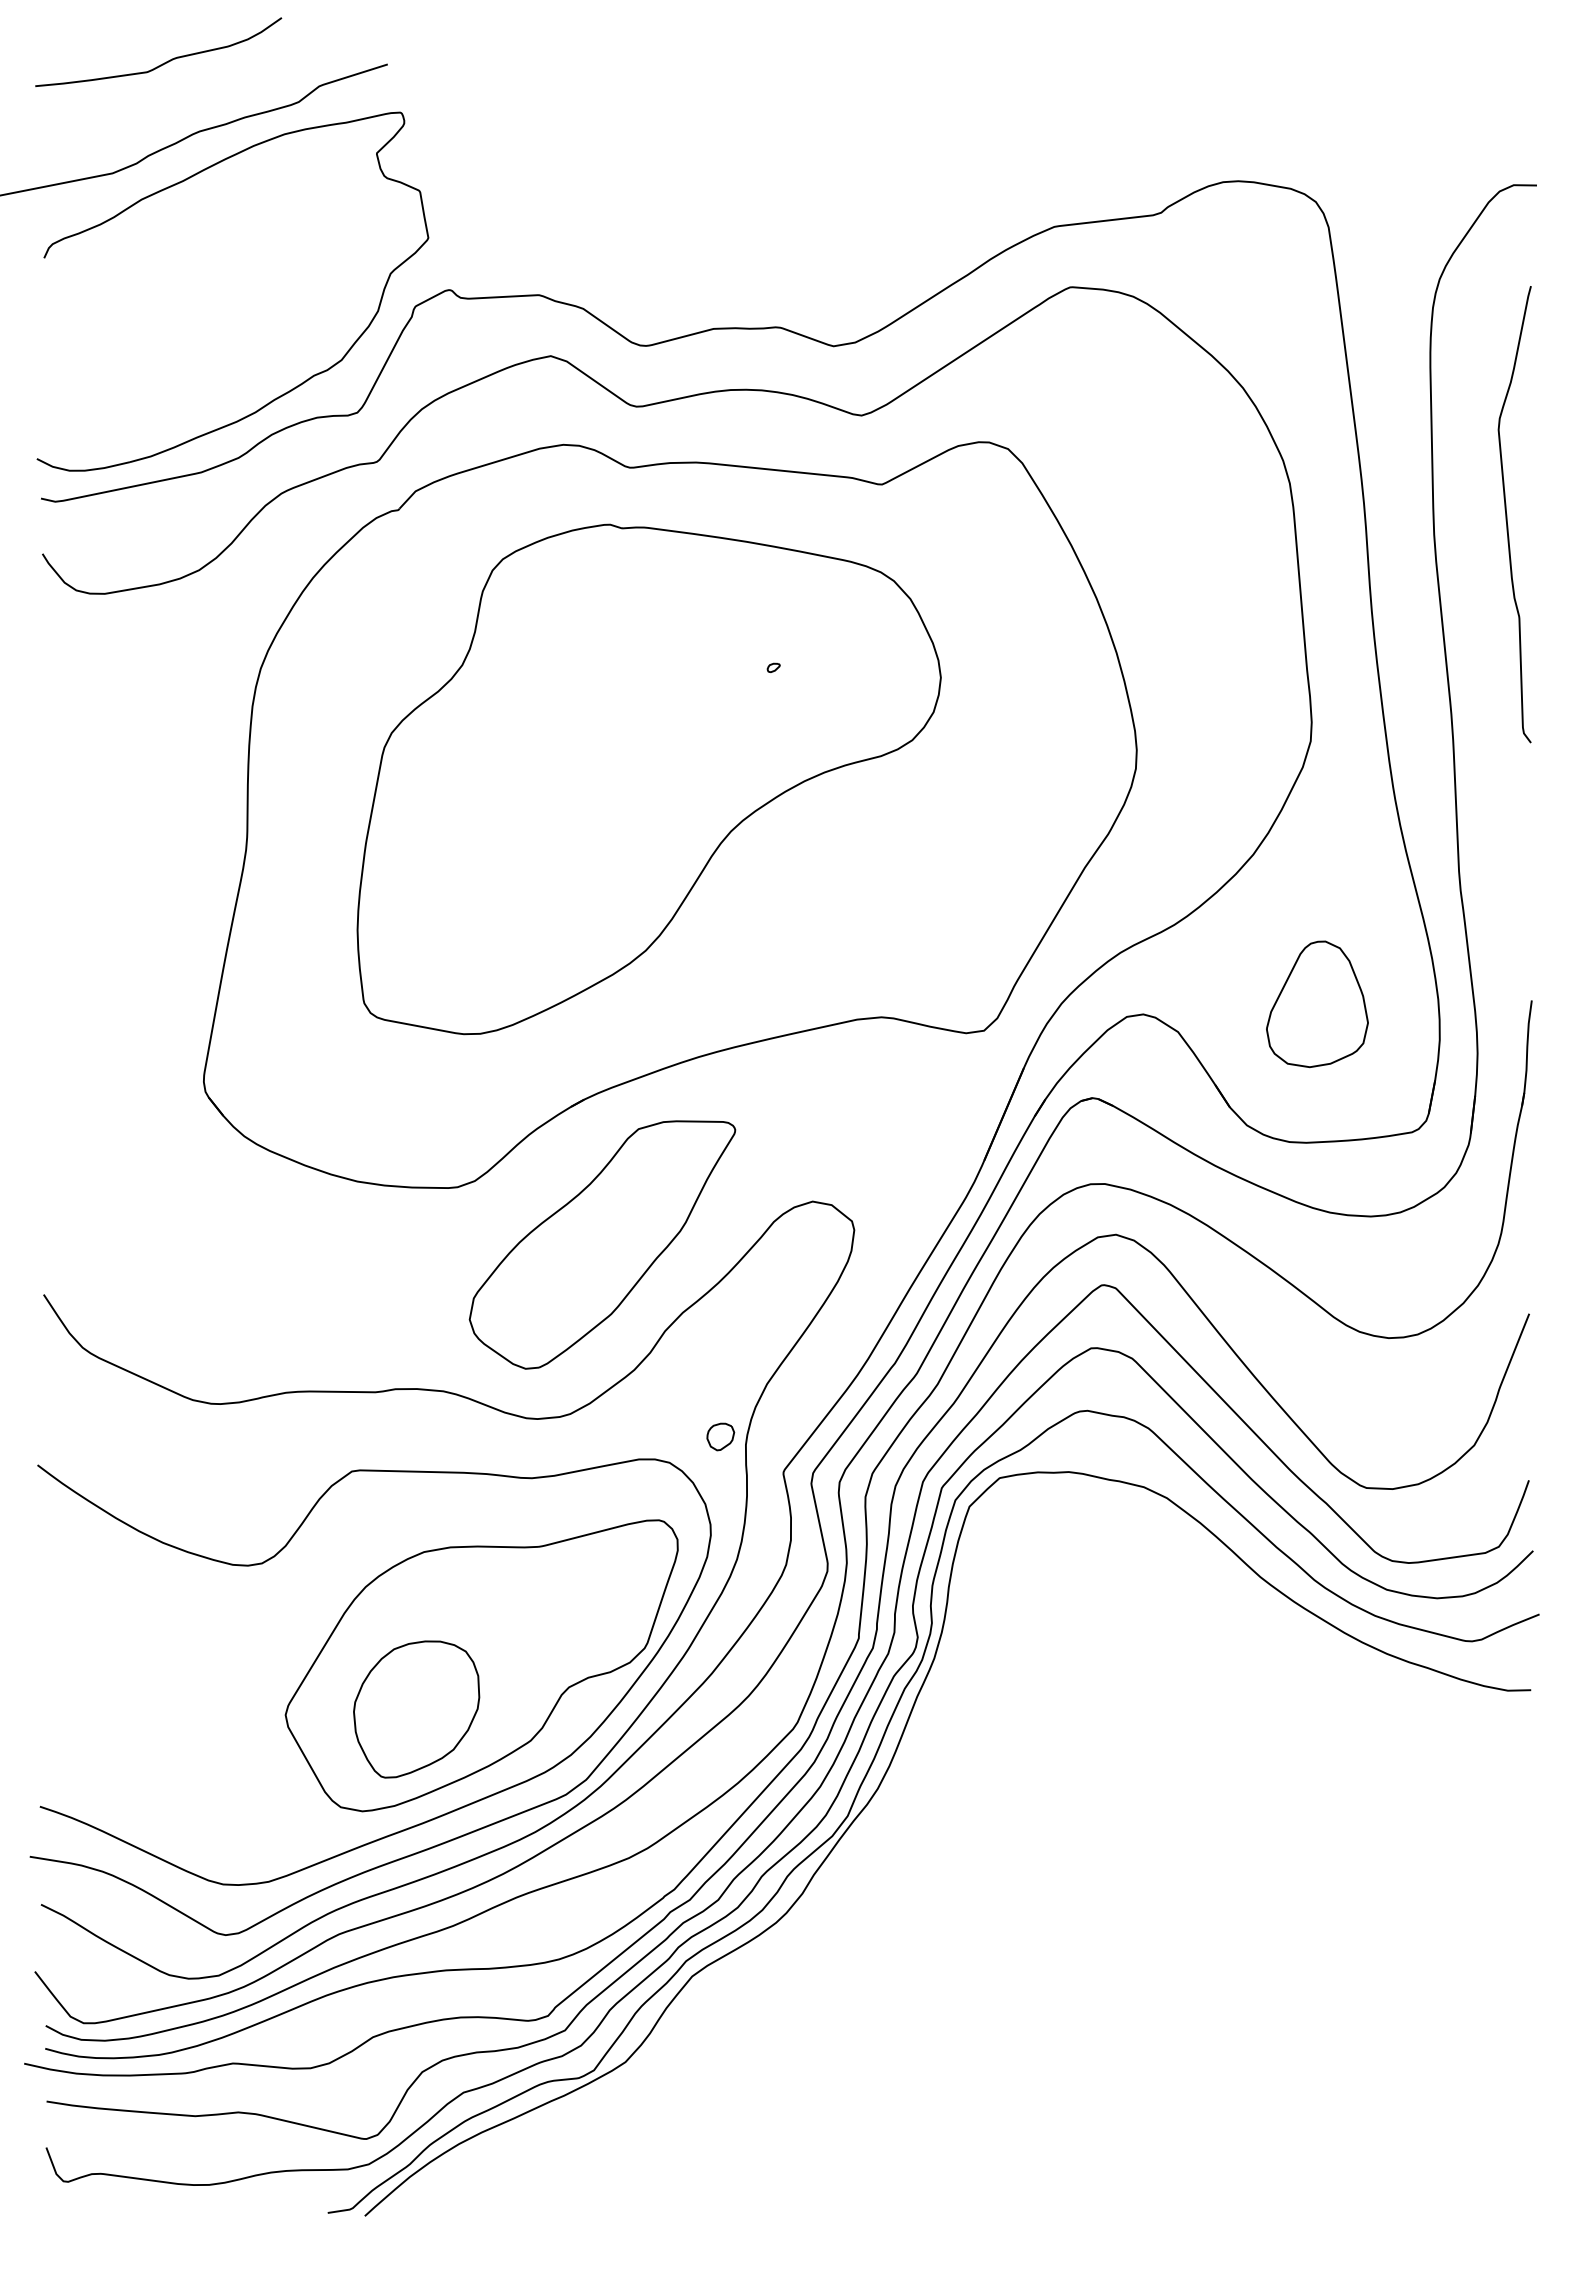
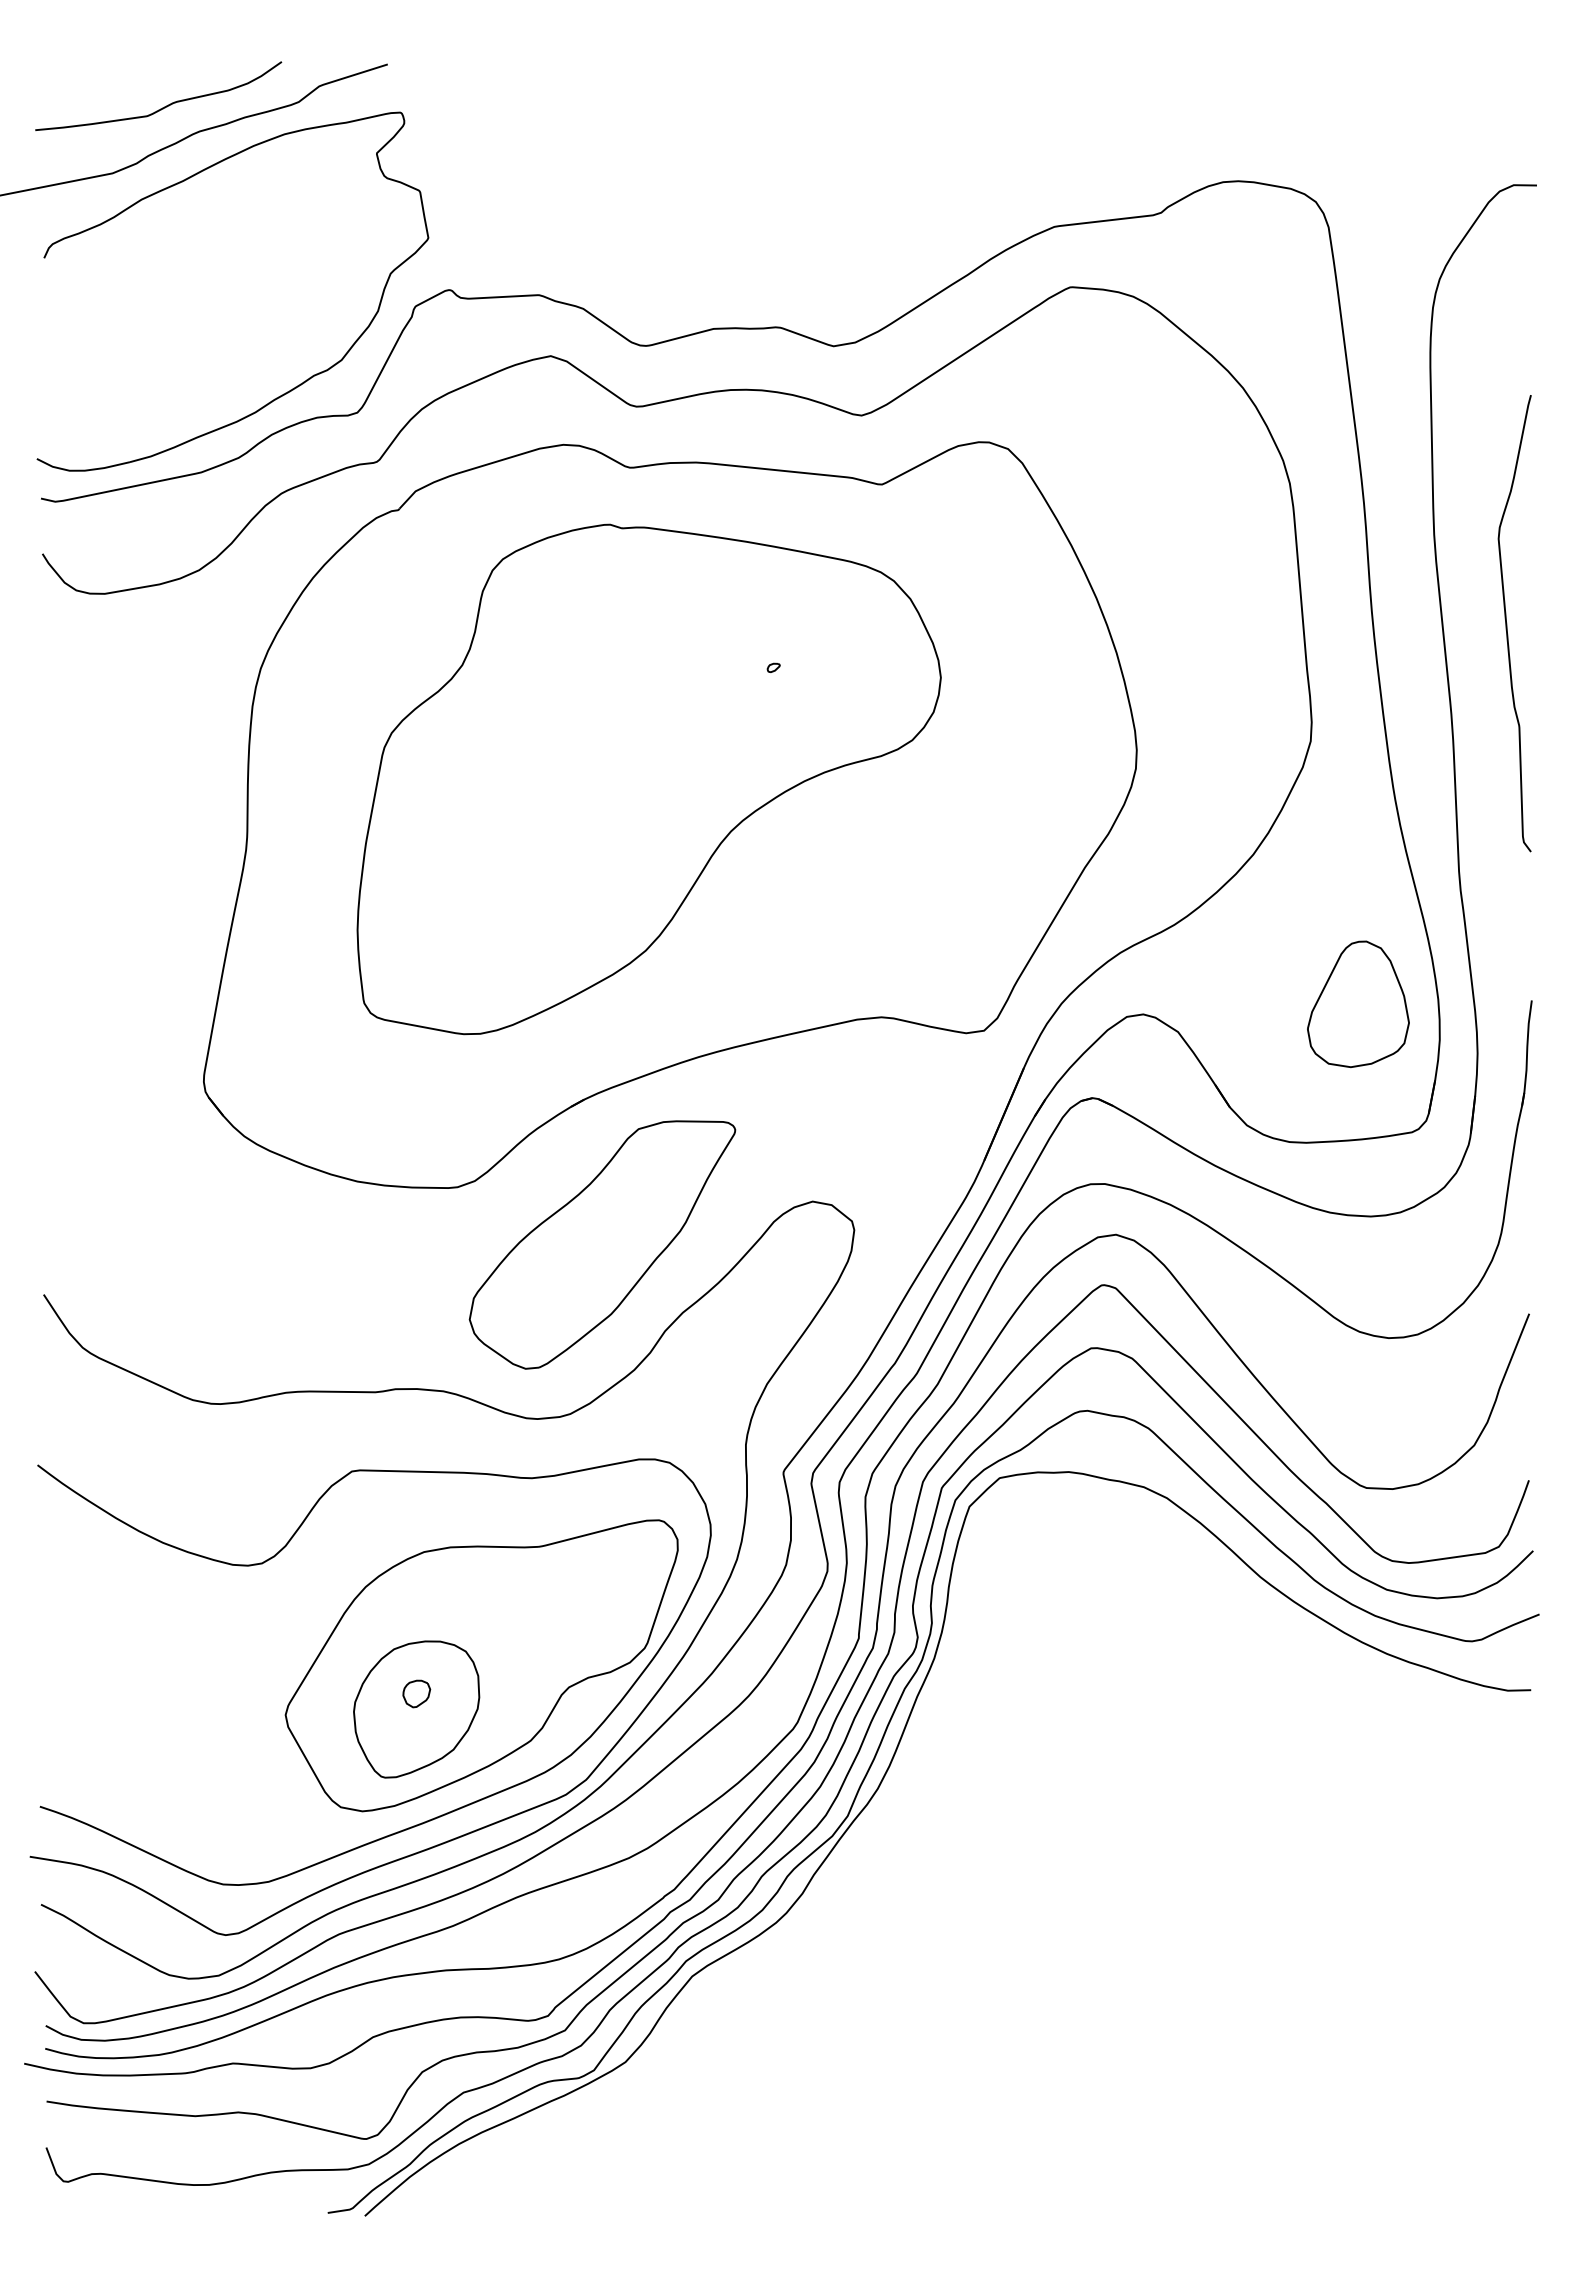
curve at (164, 62) position: (164, 62) -> (164, 106)
curve at (1507, 514) position: (1507, 514) -> (1507, 623)
part at (1317, 1004) position: (1317, 1004) -> (1358, 1004)
part at (720, 1436) position: (720, 1436) -> (416, 1693)
